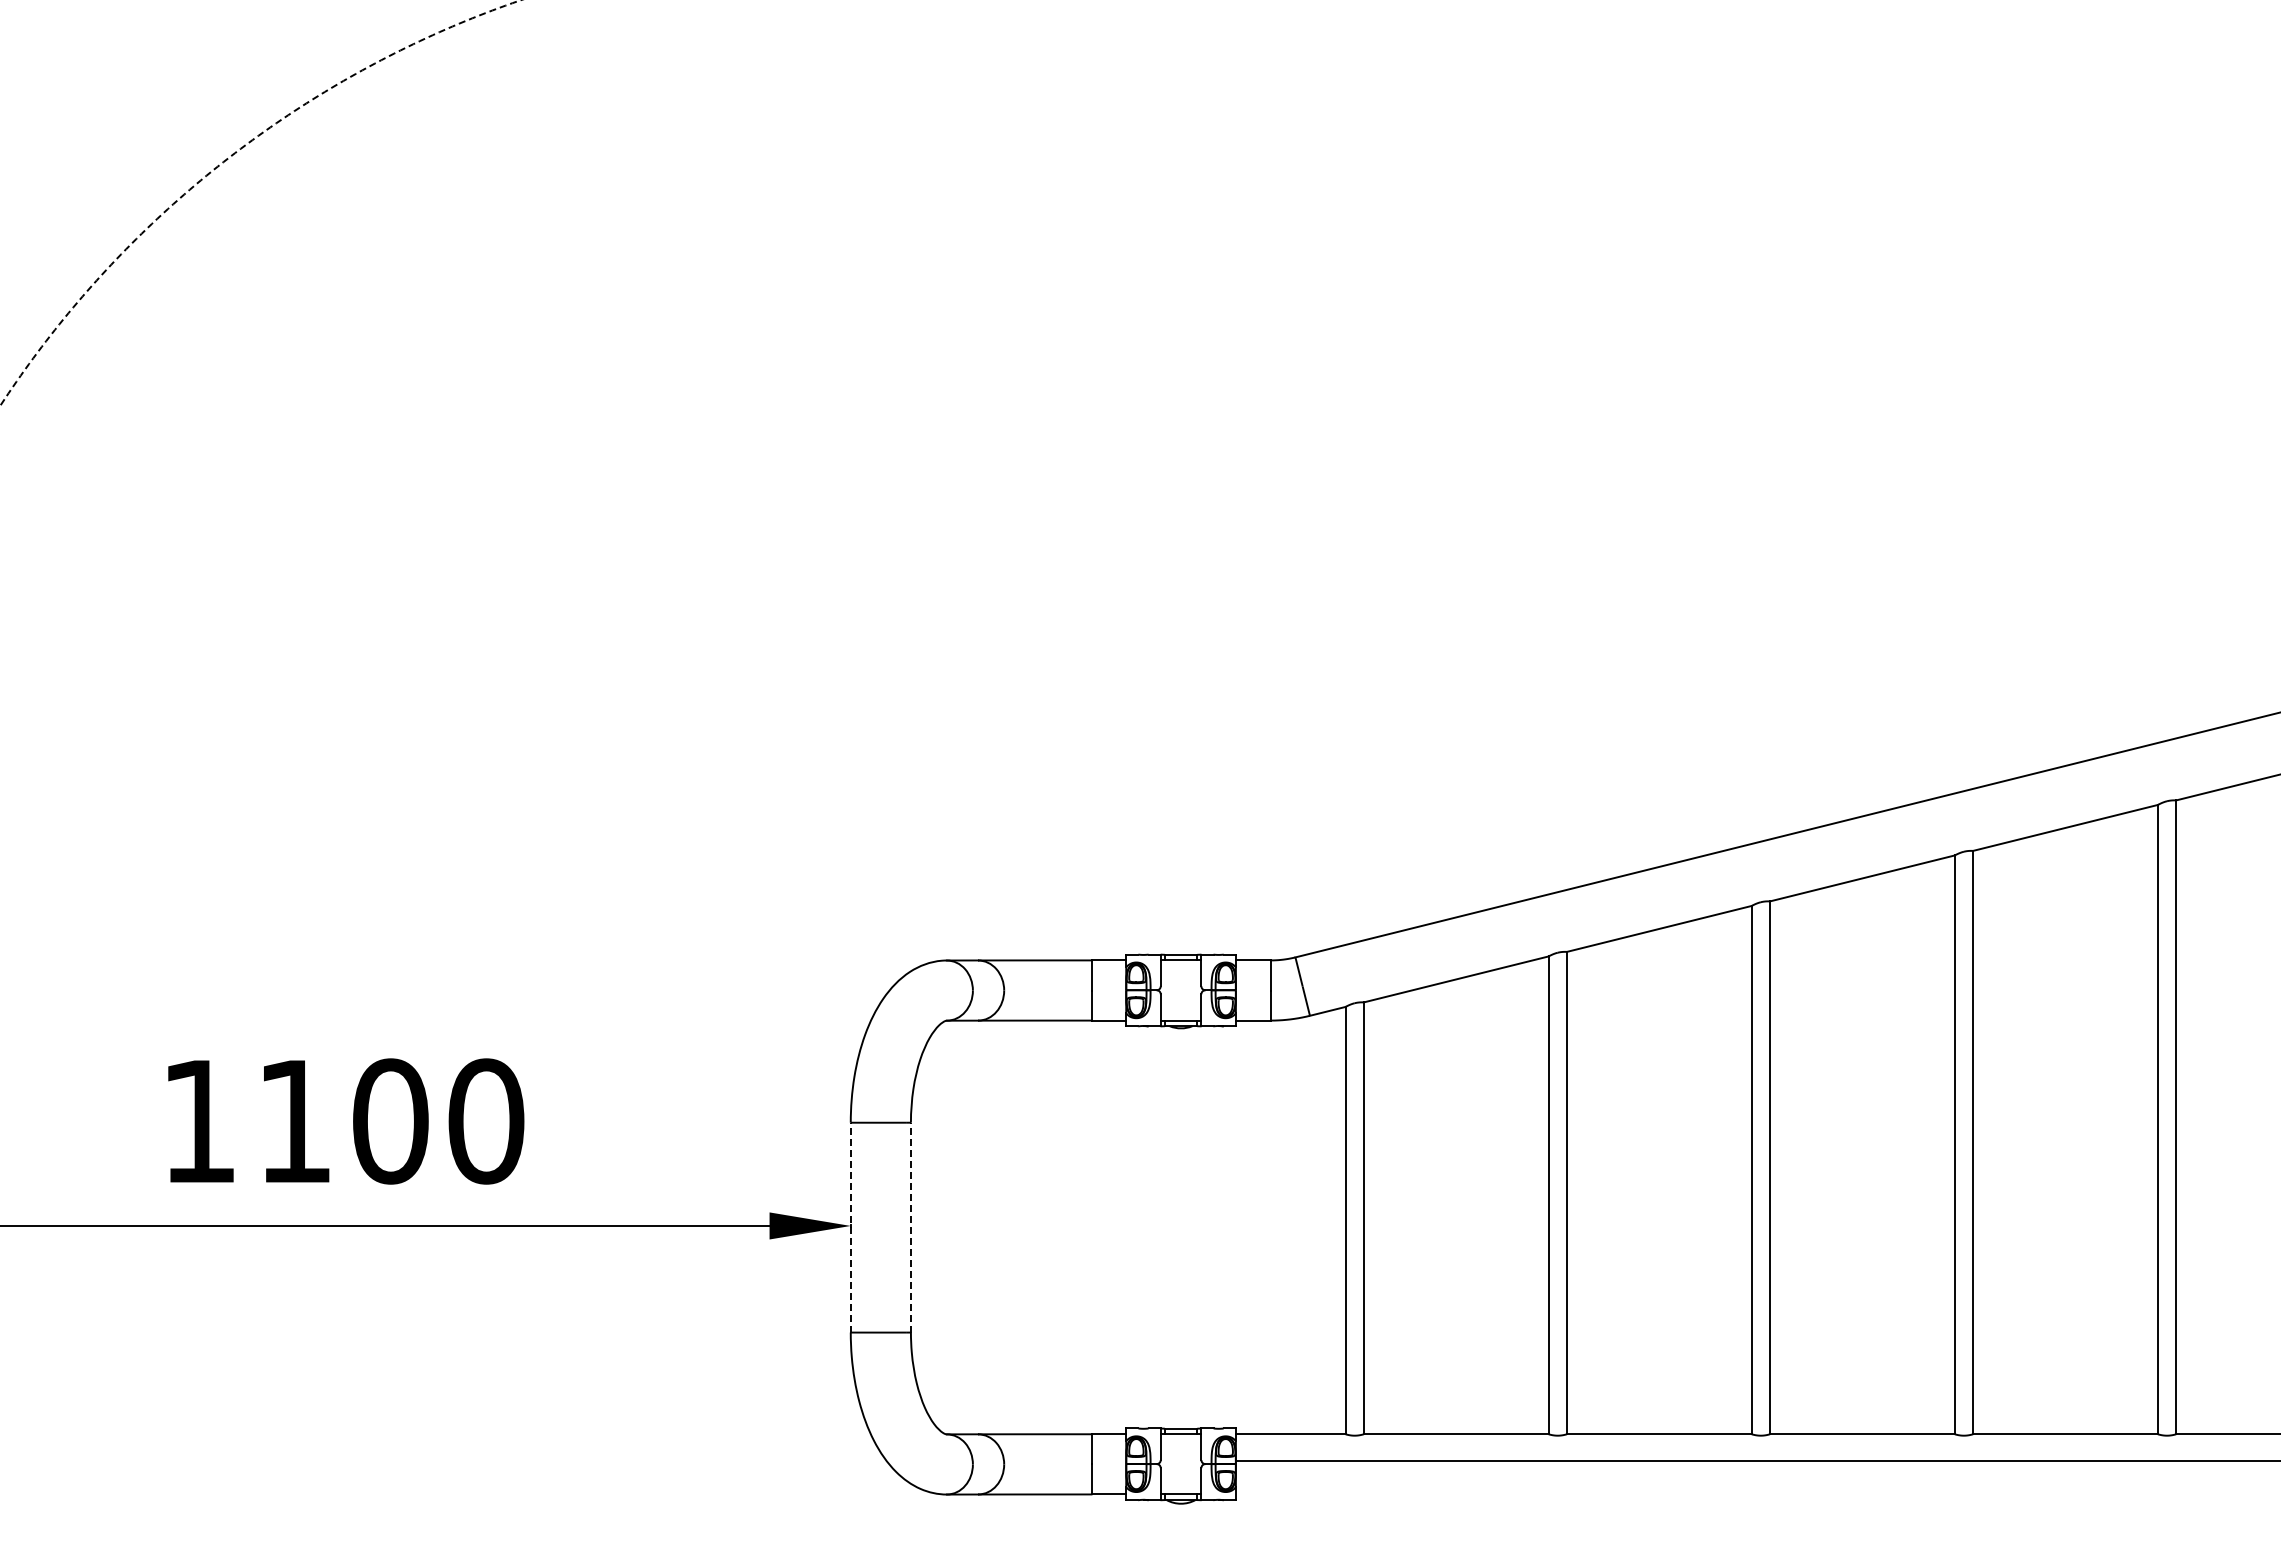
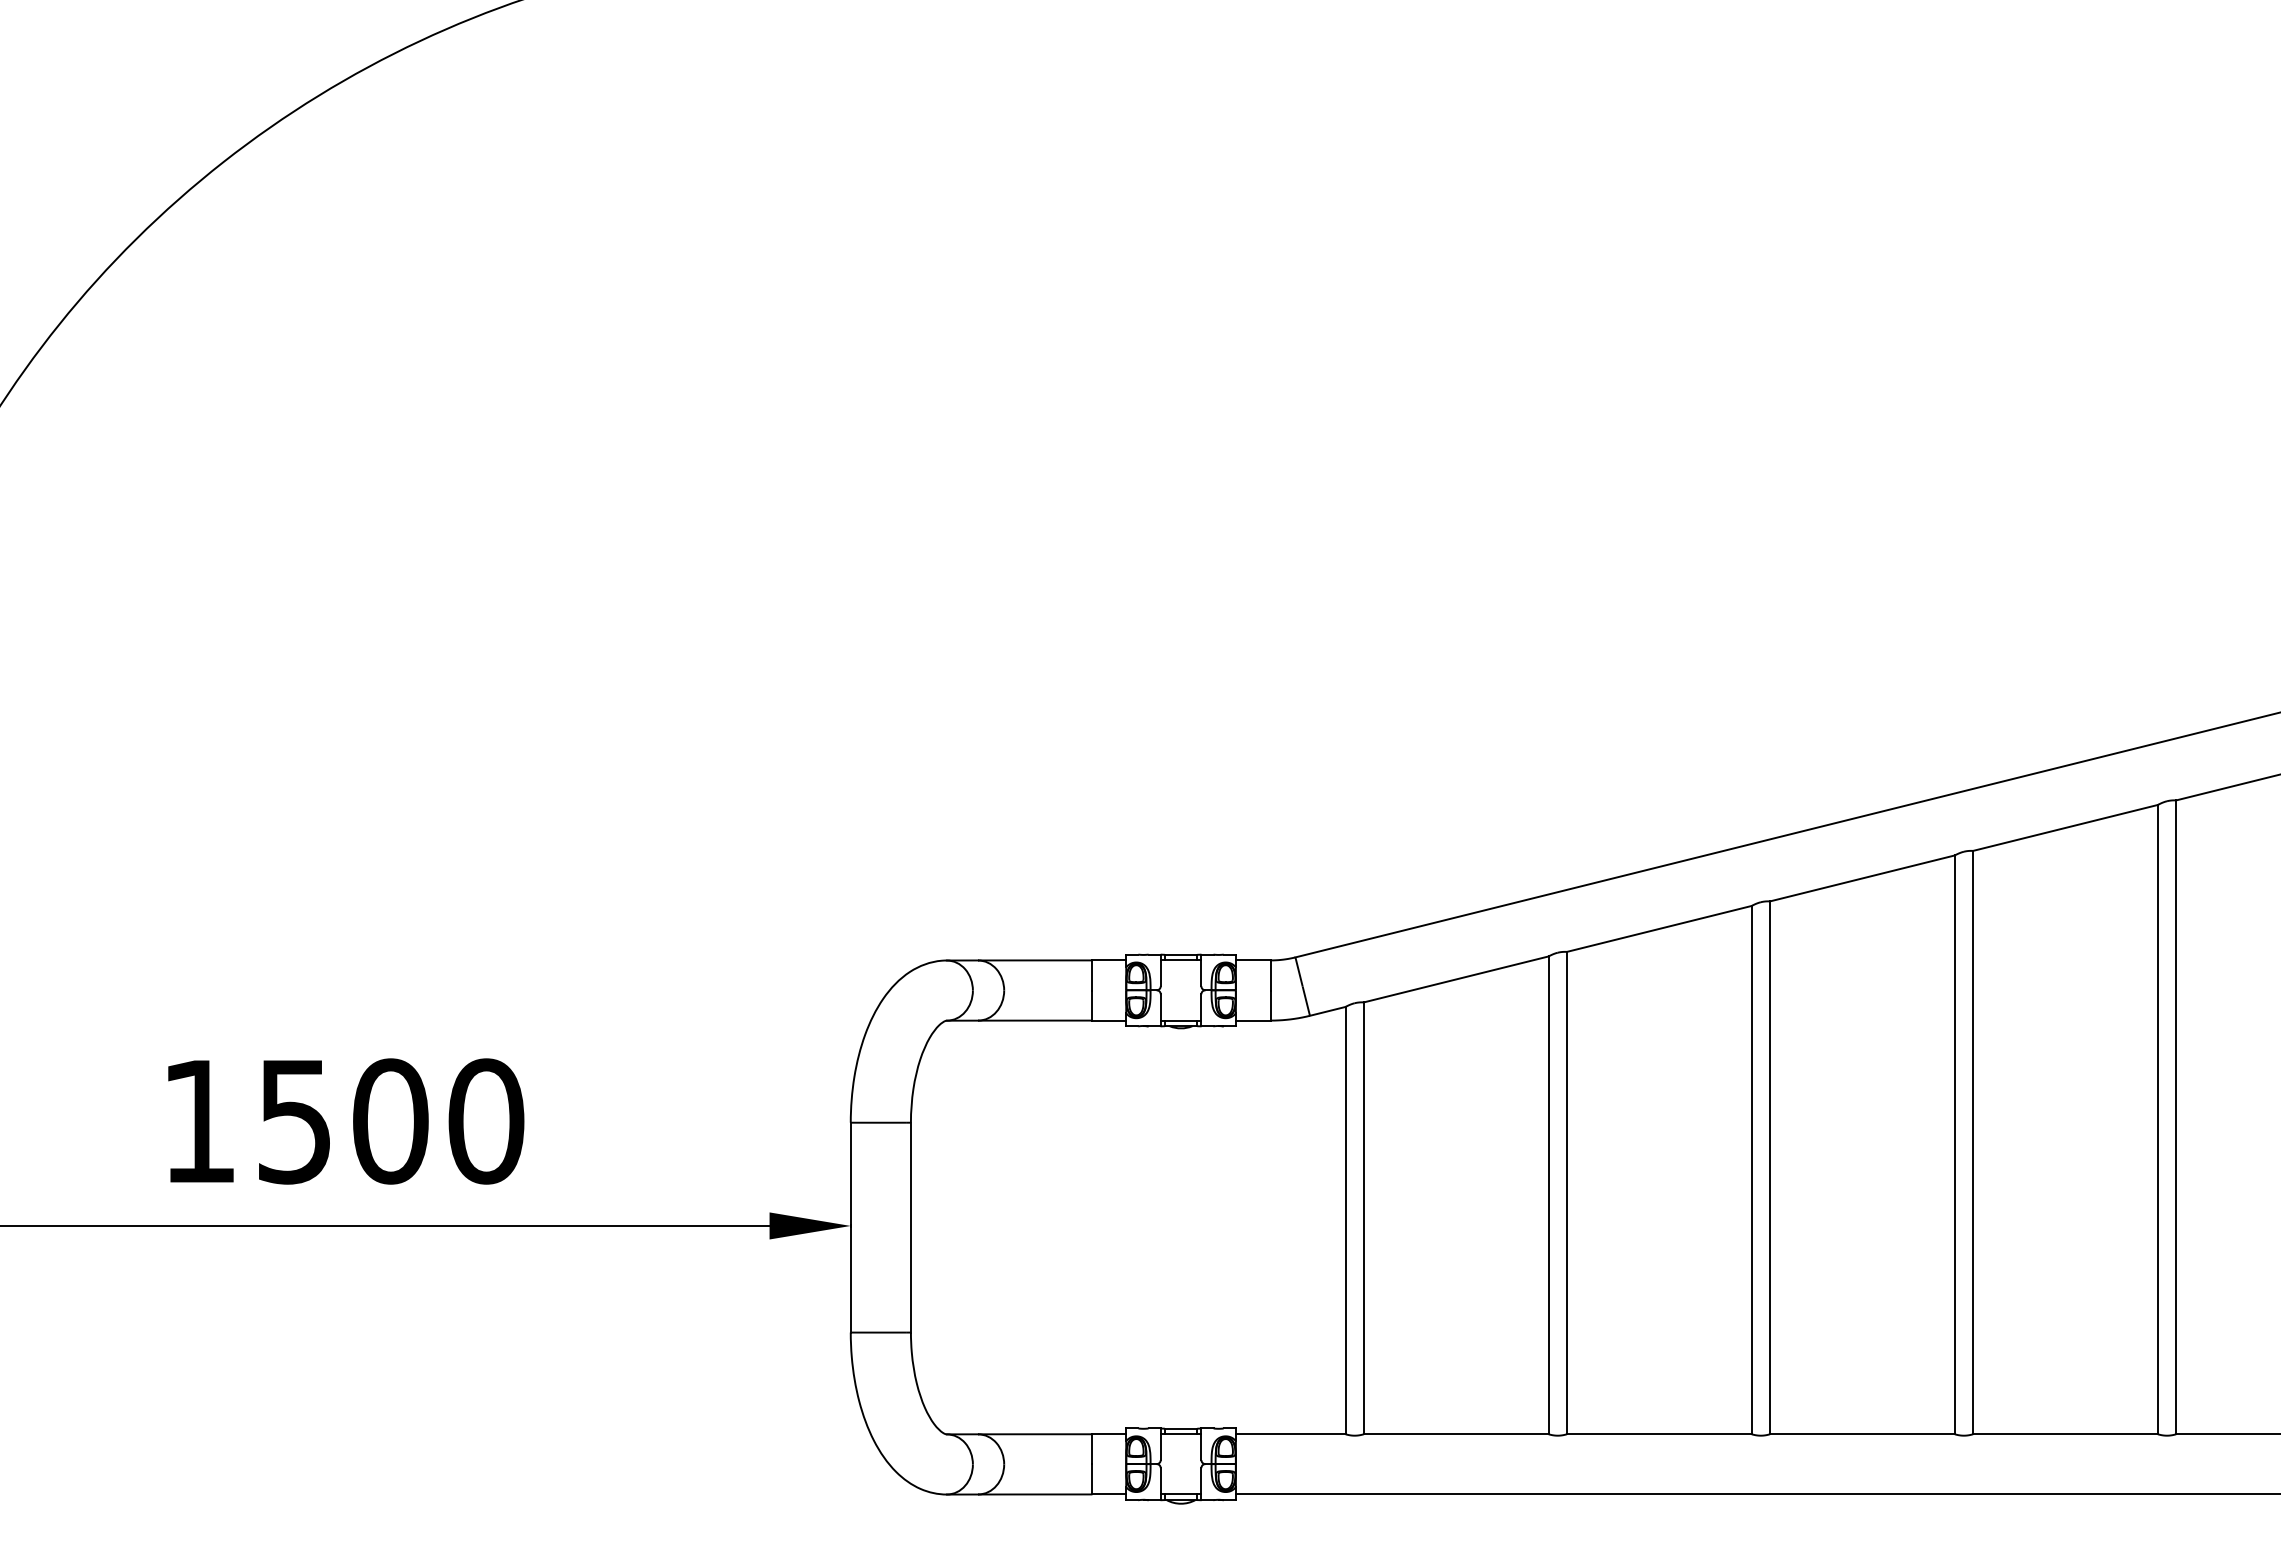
arc at (225, 160): dashed -> solid
text at (294, 1122): 1100 -> 1500
line at (850, 1227): dashed -> solid
line at (910, 1227): dashed -> solid
line at (1756, 1461) position: (1756, 1461) -> (1756, 1494)
